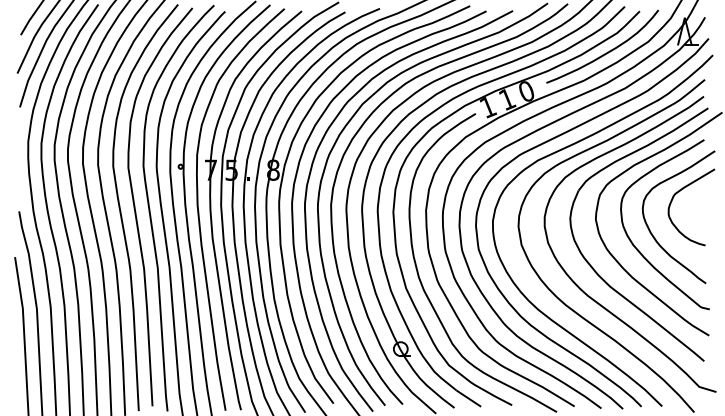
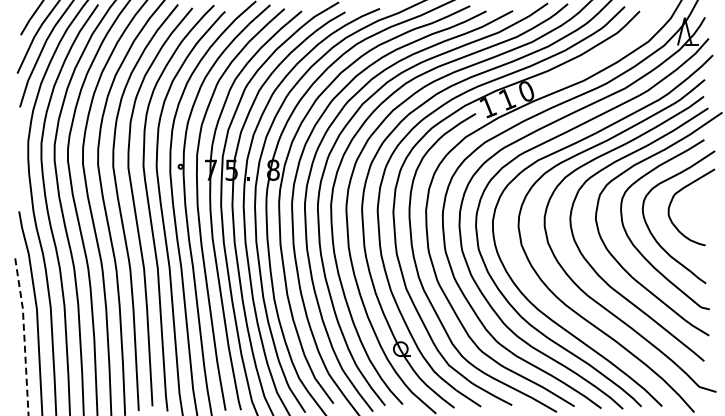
curve at (607, 51): present -> none
line at (24, 335): solid -> dashed
